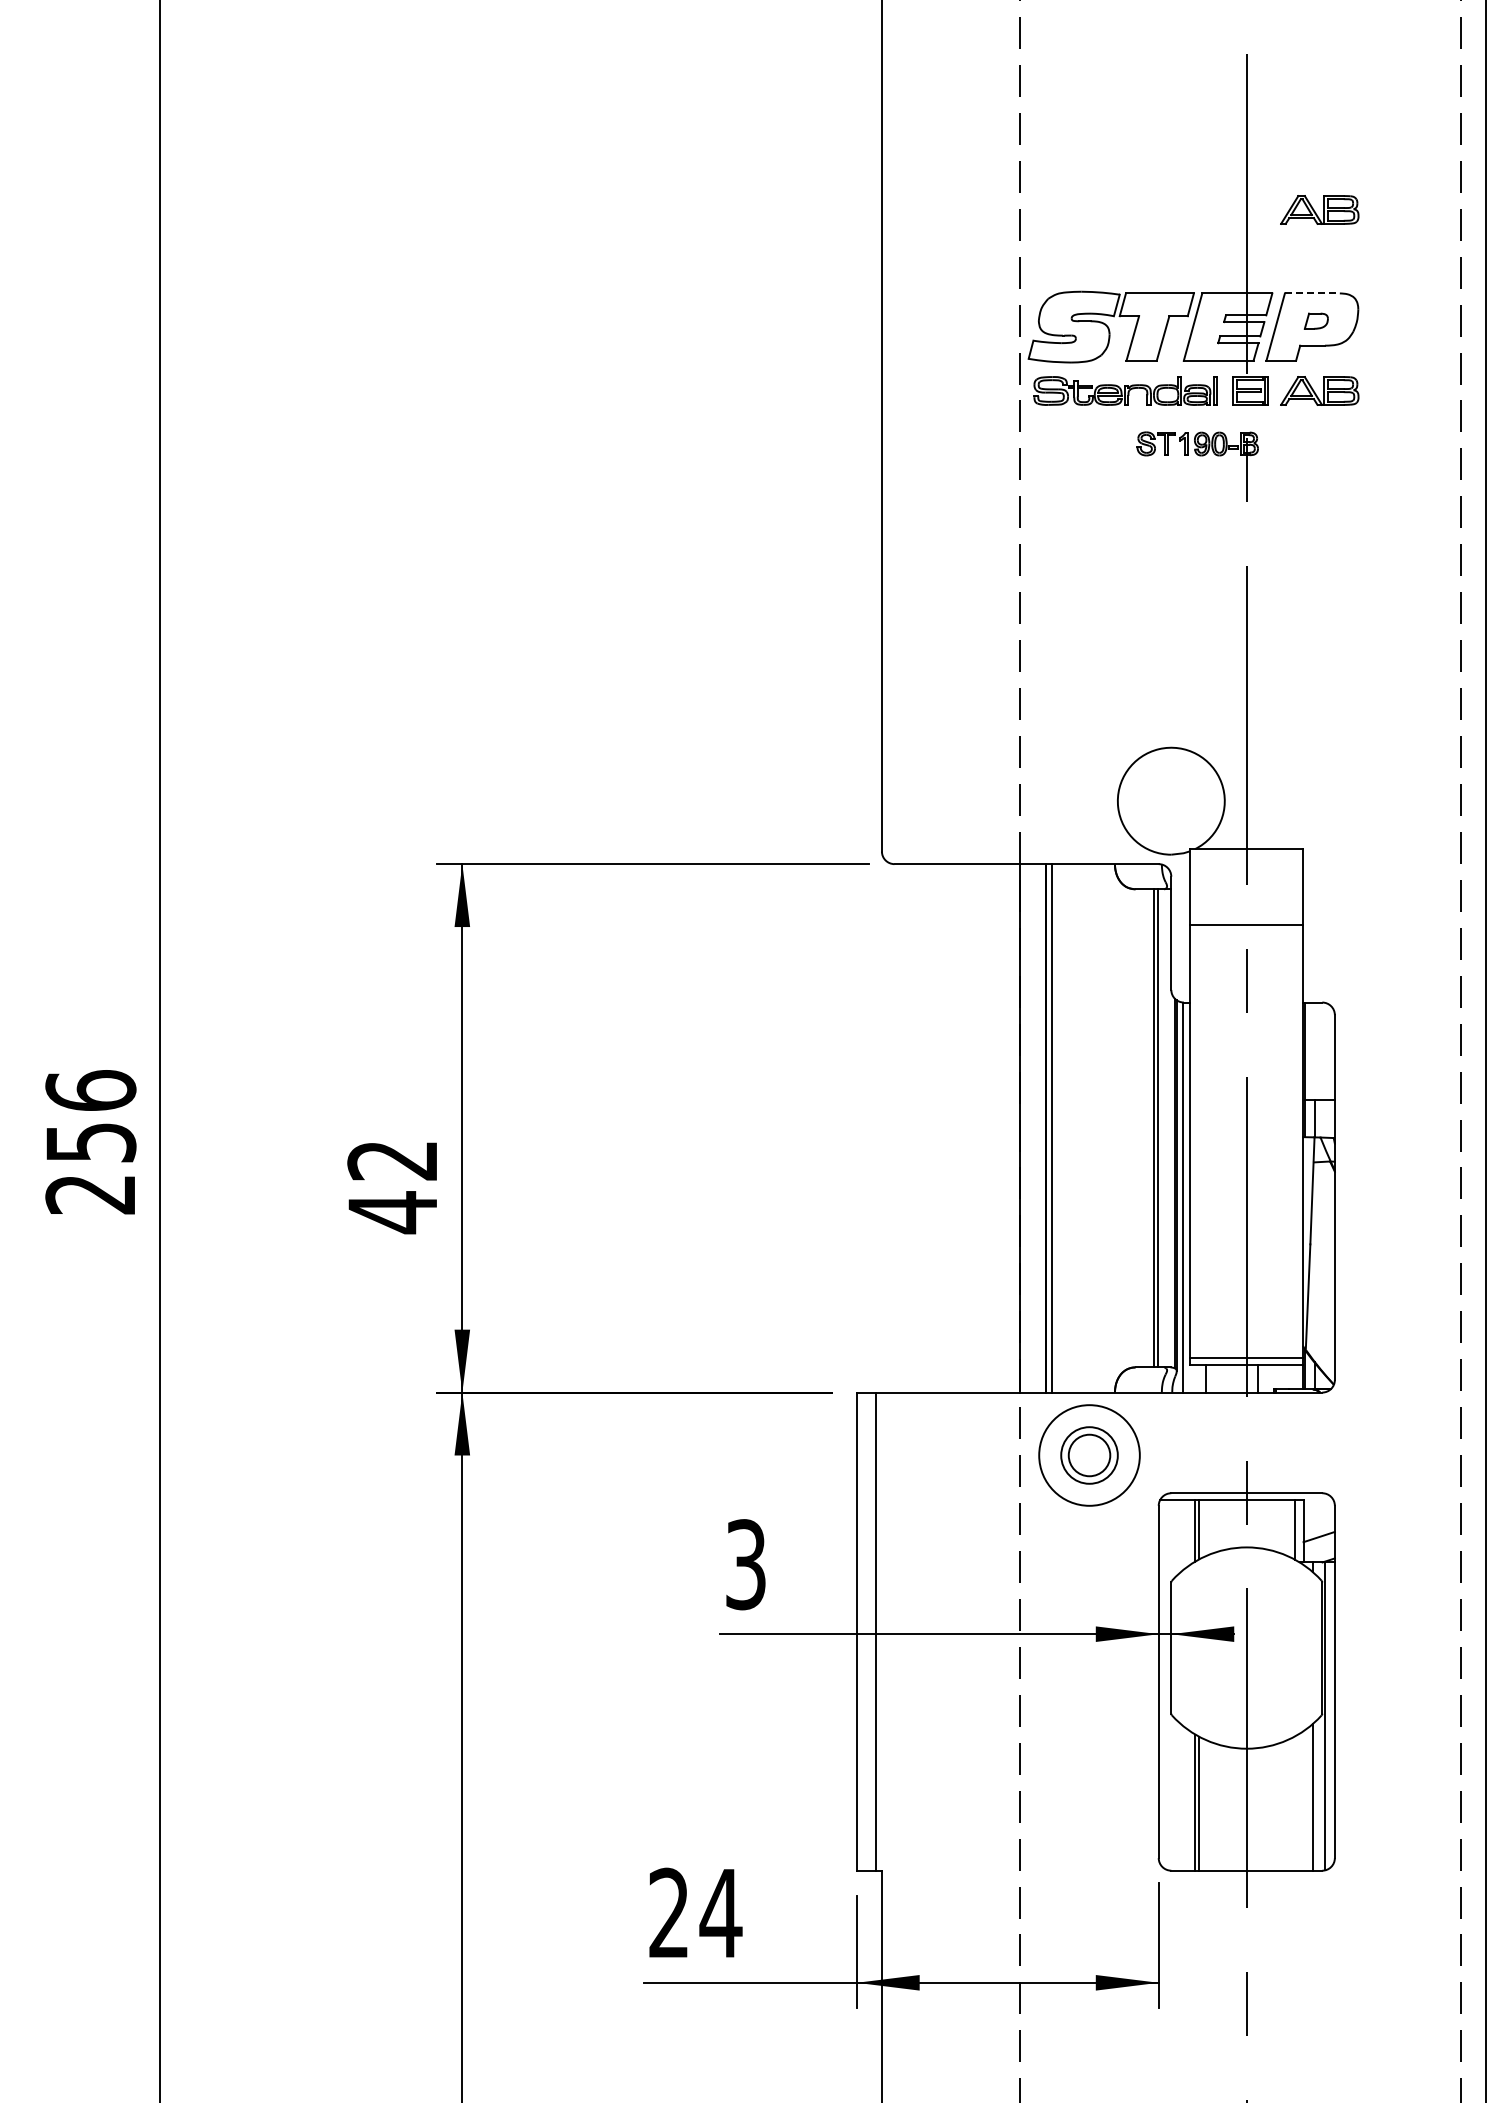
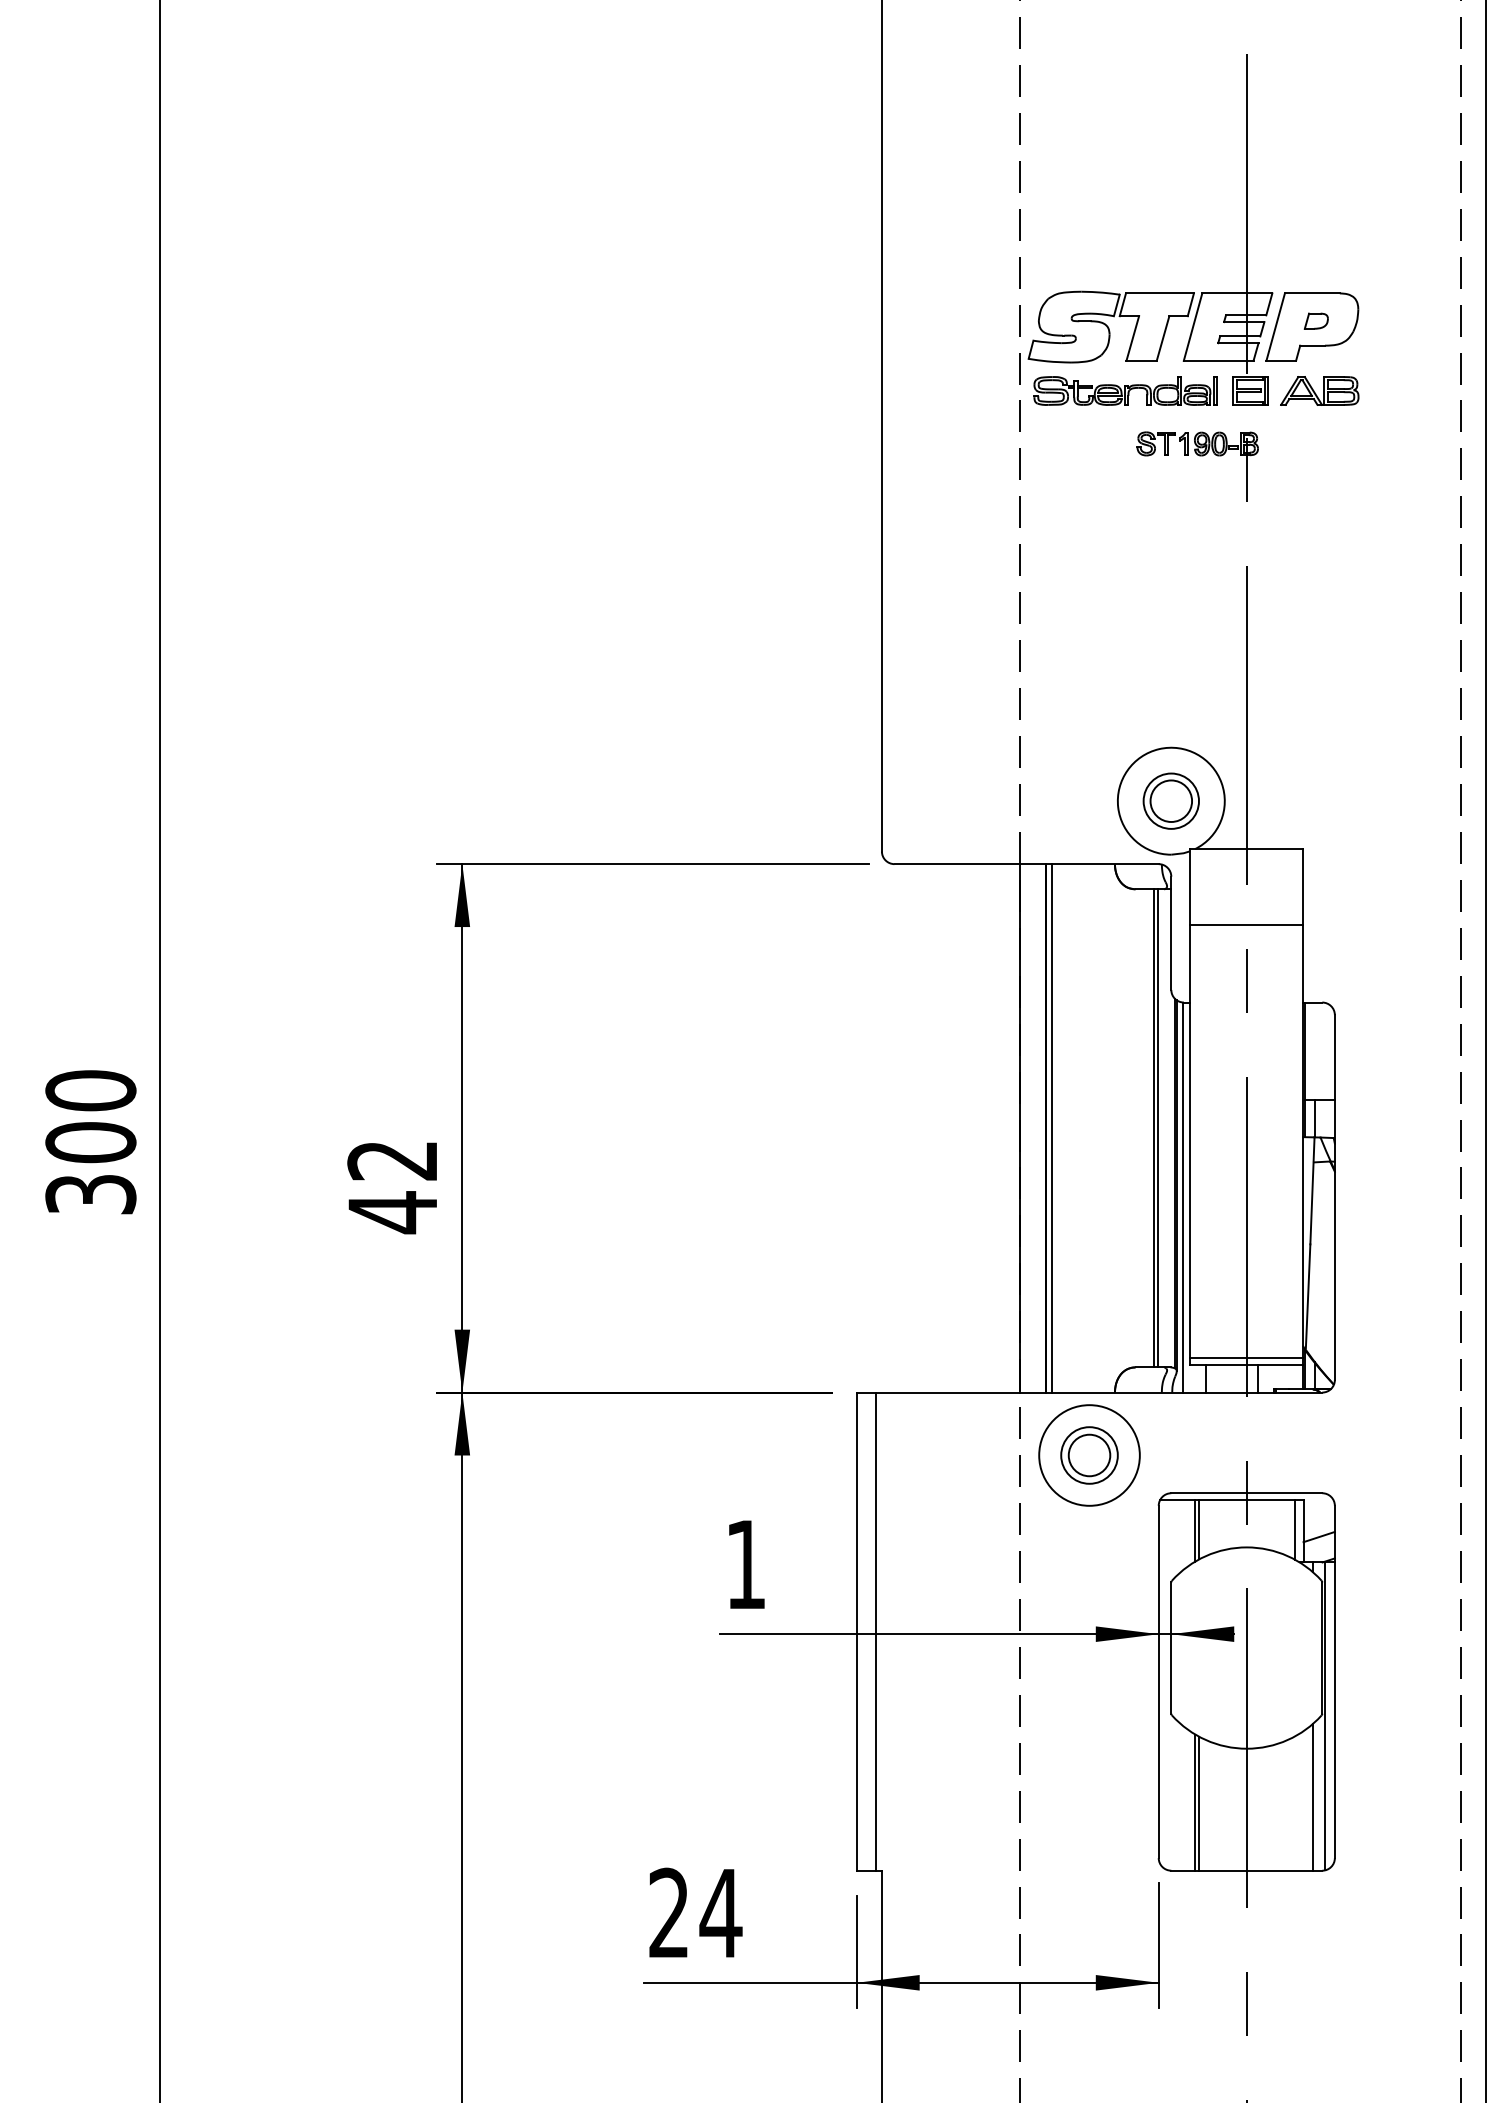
part at (1319, 209): present -> none
line at (1312, 293): dashed -> solid
part at (1170, 800): none -> present
text at (90, 1142): 256 -> 300
text at (745, 1564): 3 -> 1
